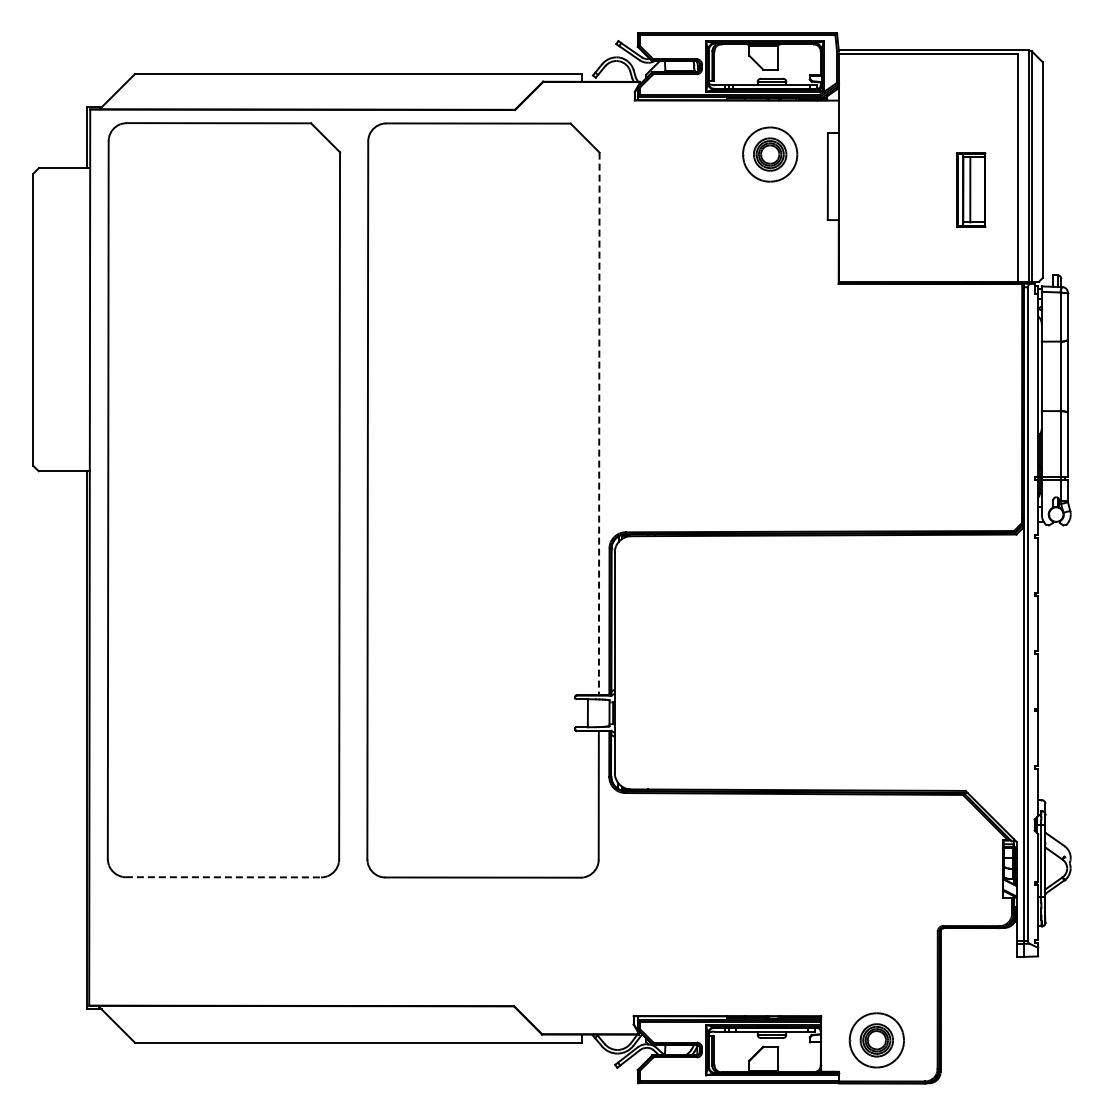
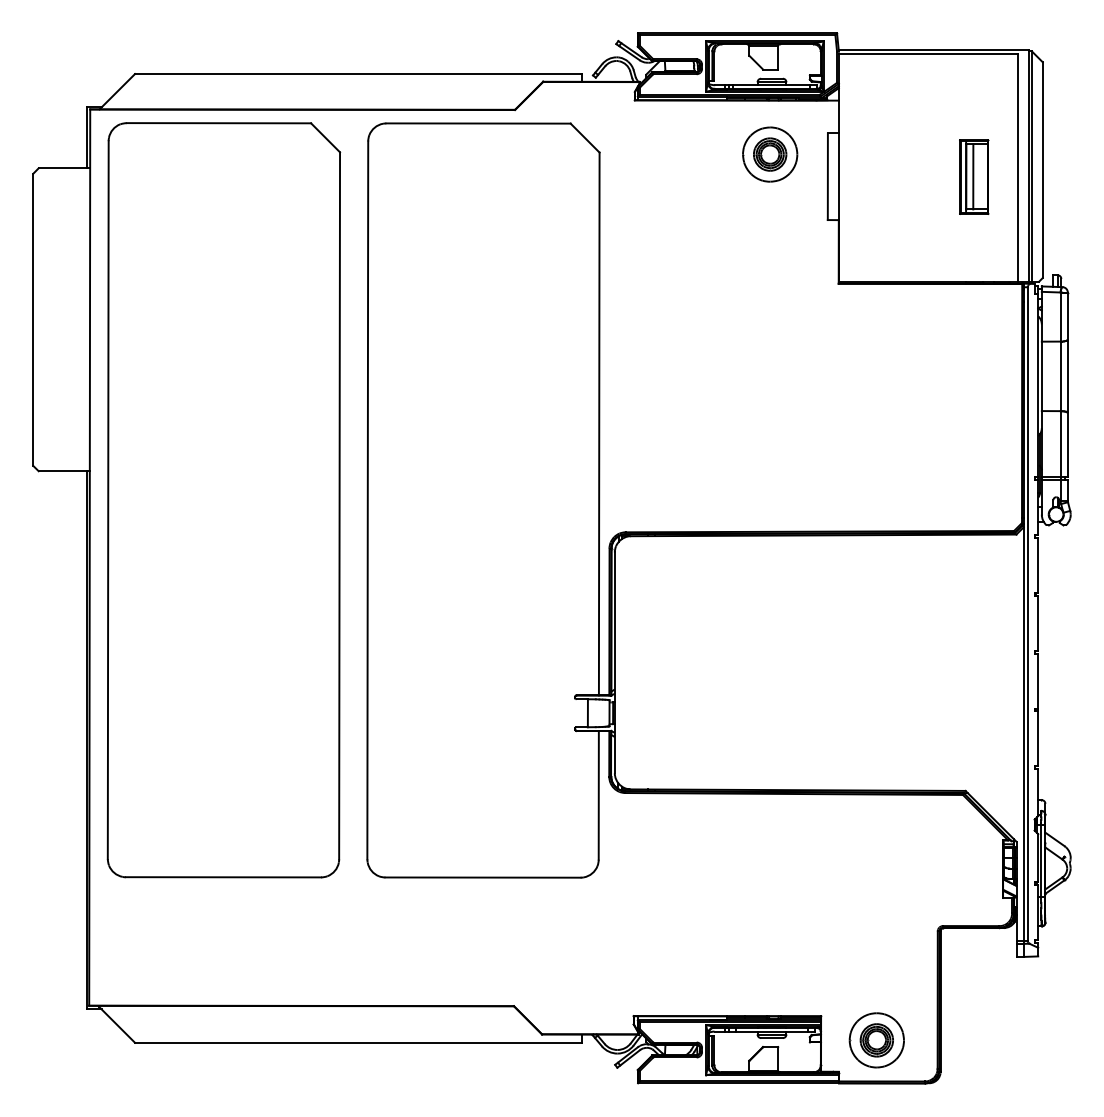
part at (971, 189) position: (971, 189) -> (974, 176)
line at (599, 424): dashed -> solid
line at (223, 877): dashed -> solid
